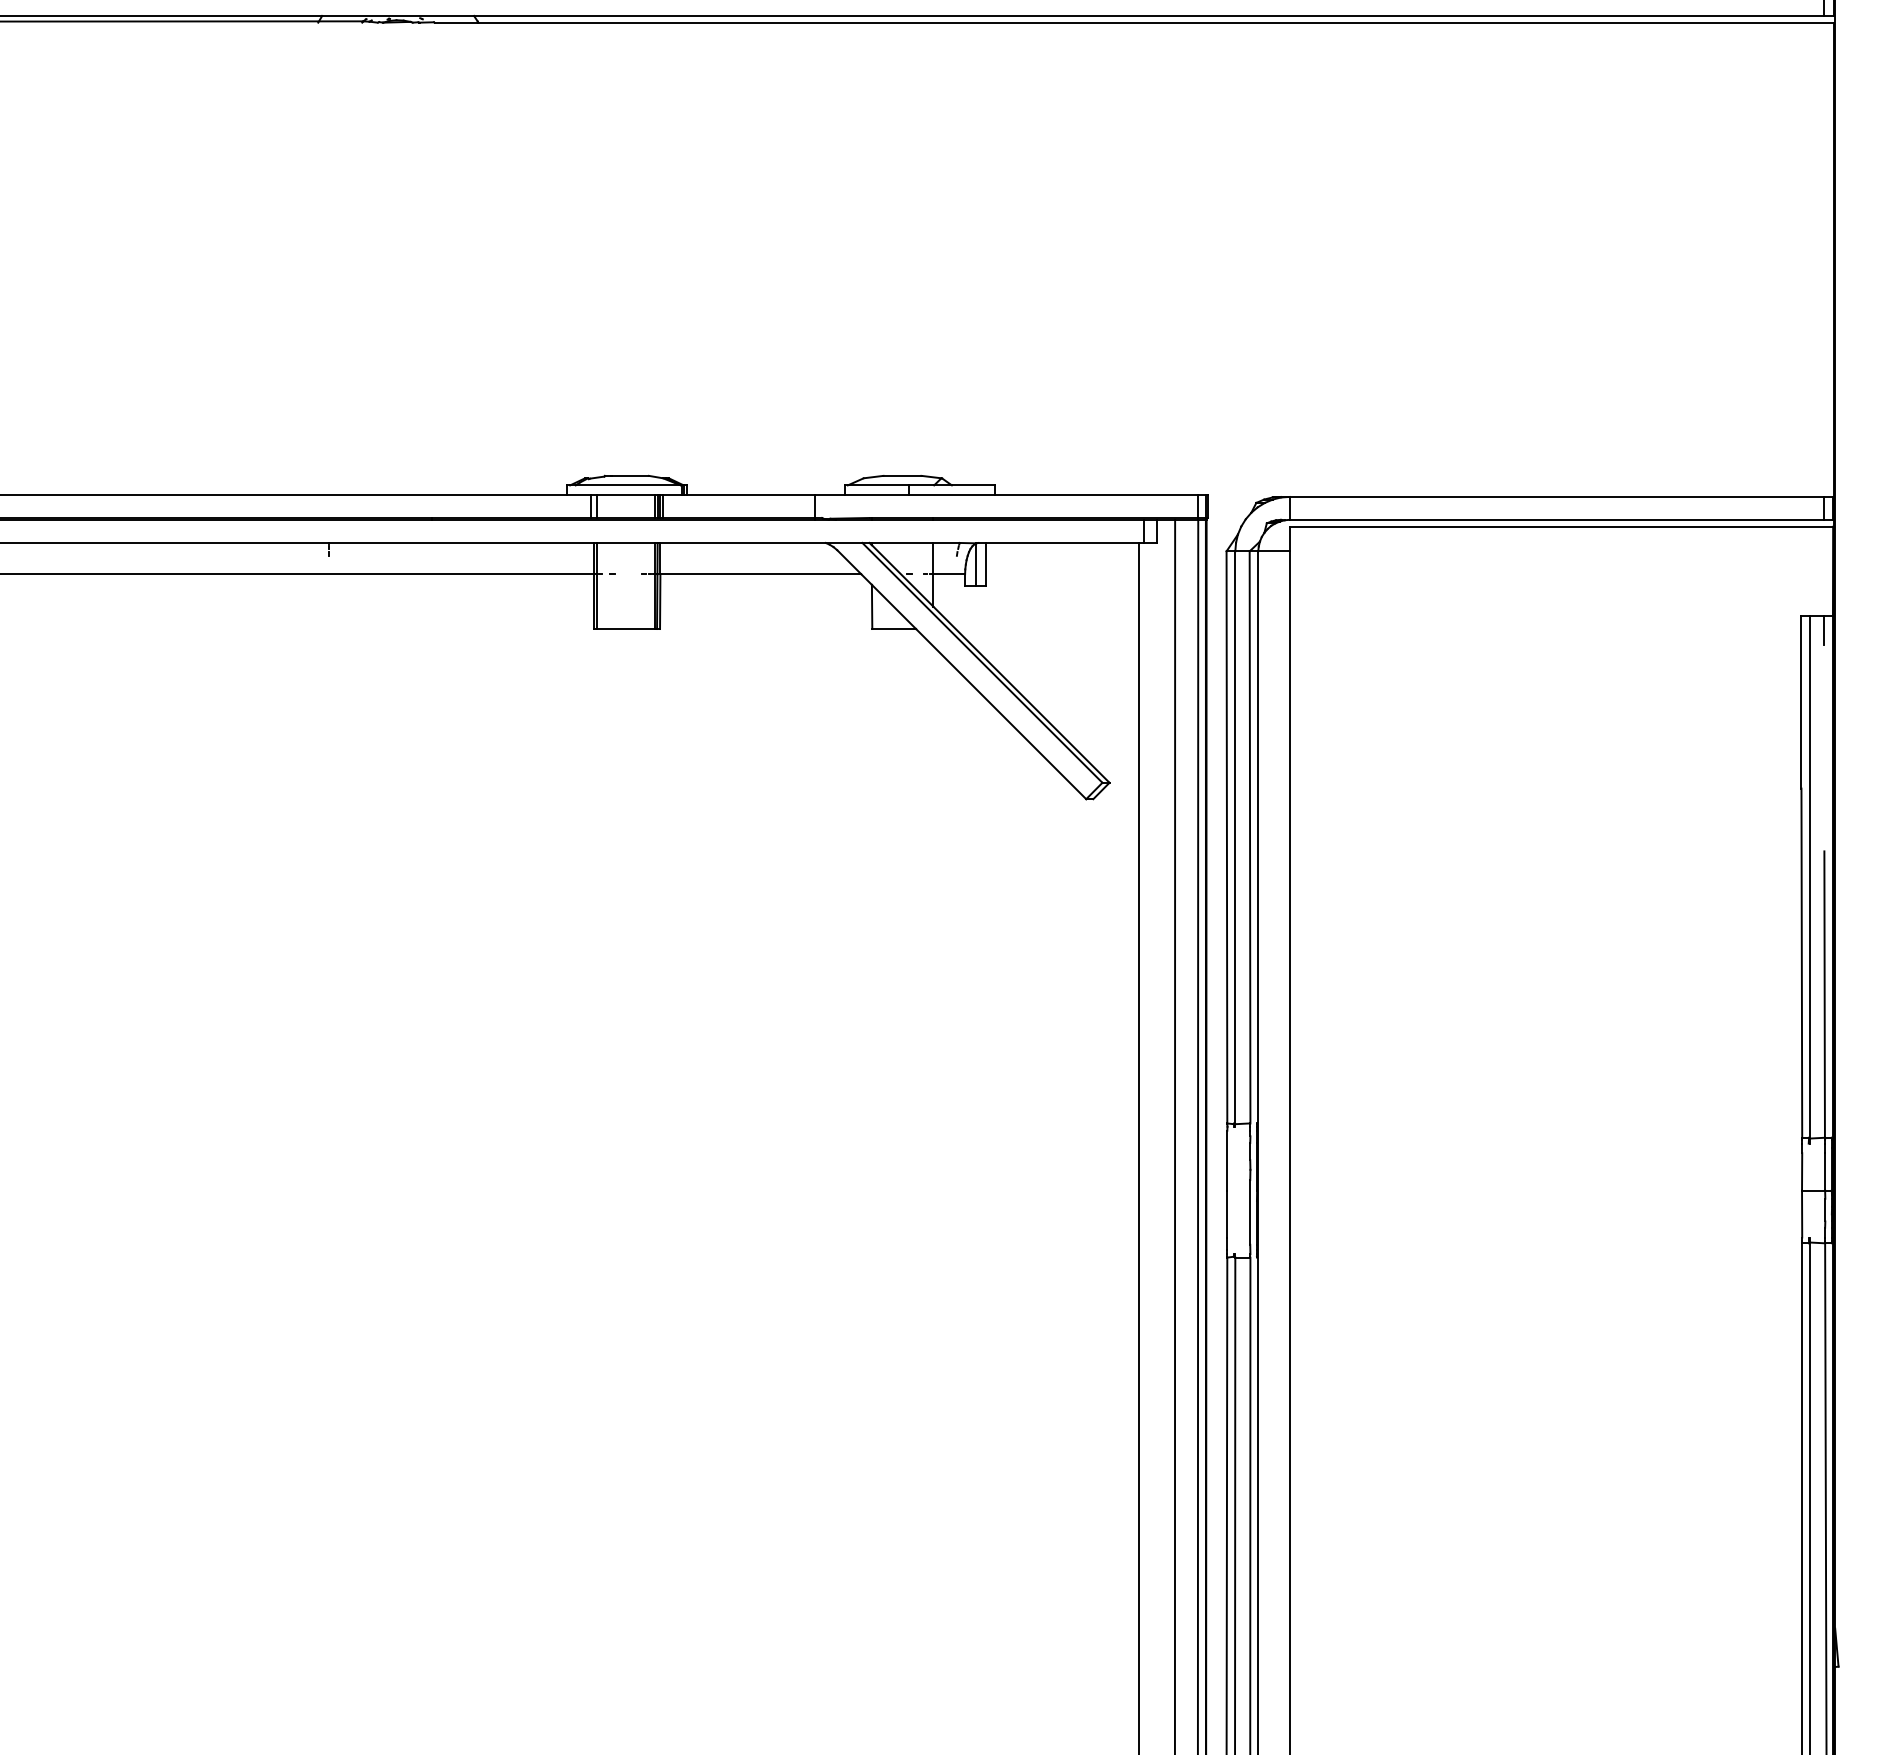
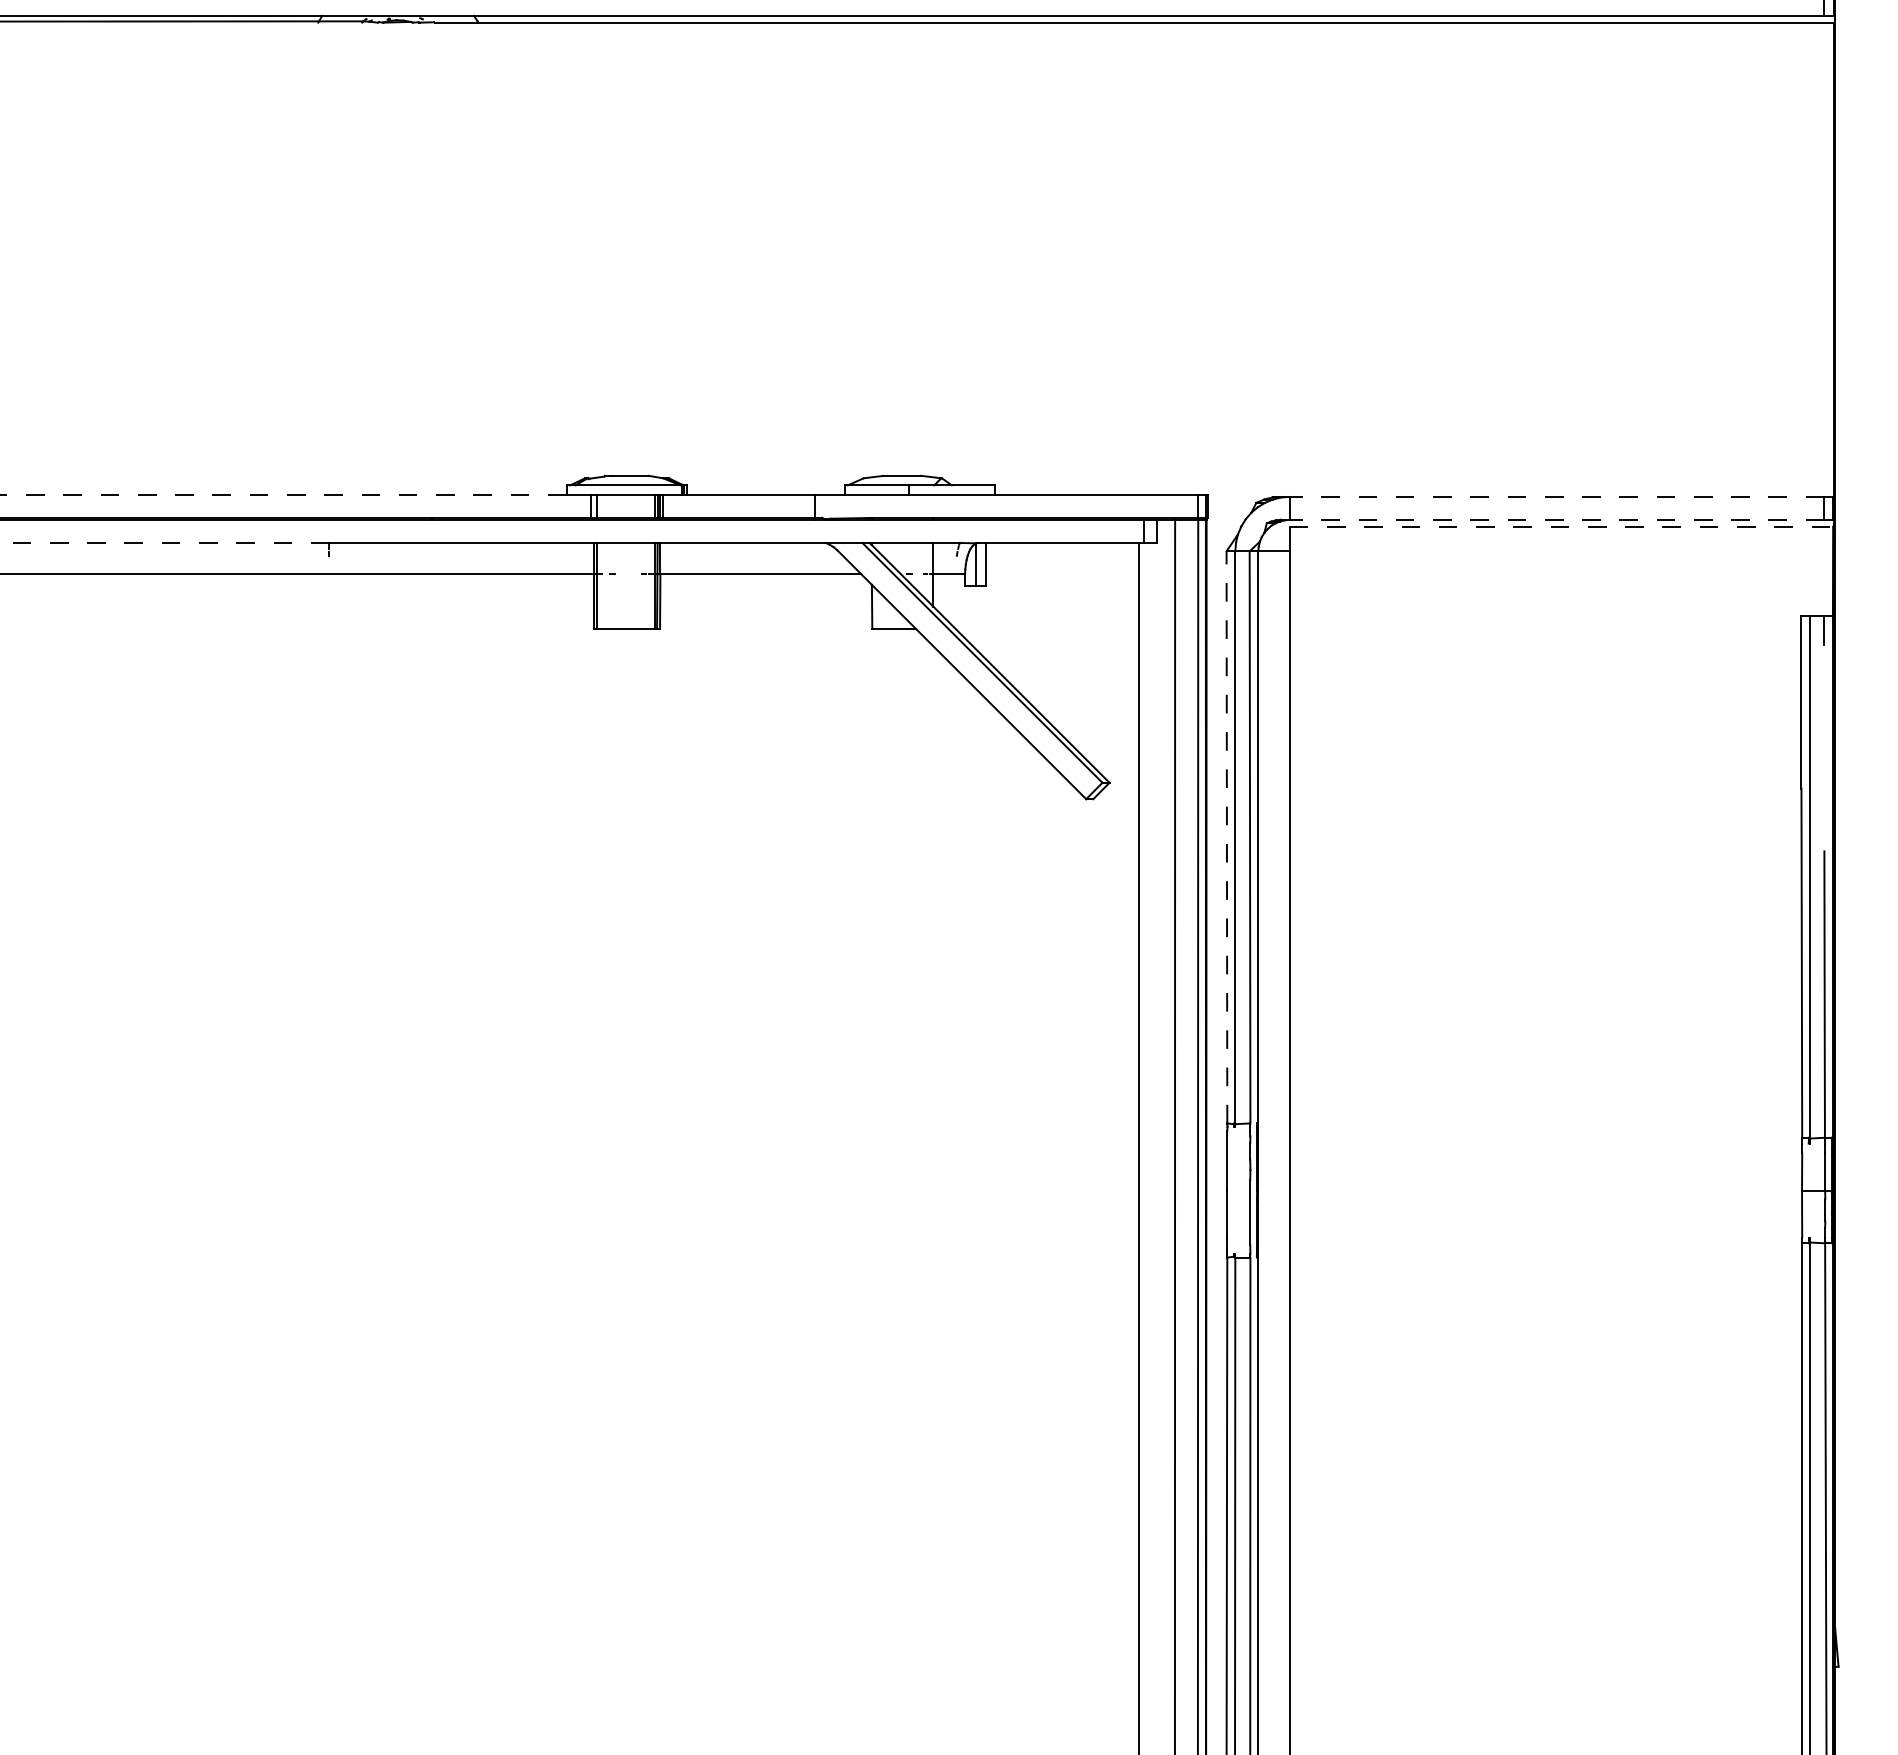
line at (283, 495): solid -> dashed
line at (1556, 496): solid -> dashed
line at (1556, 519): solid -> dashed
line at (1561, 526): solid -> dashed
line at (164, 542): solid -> dashed
line at (1226, 836): solid -> dashed
